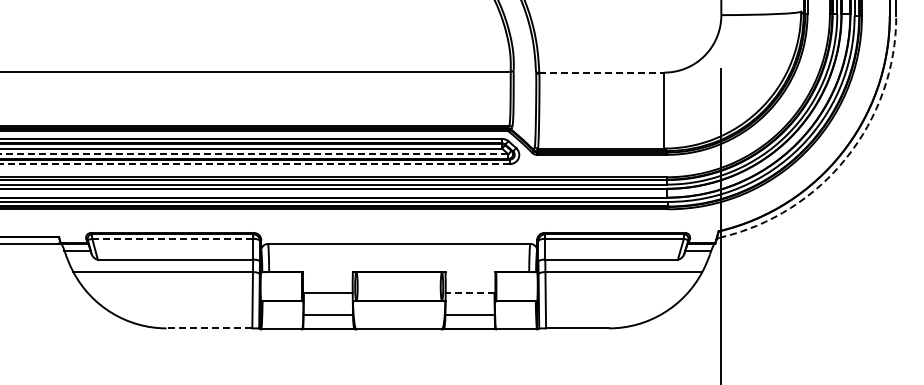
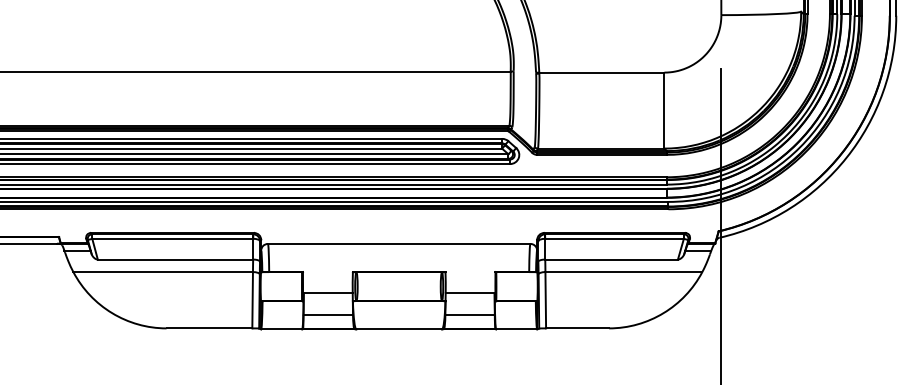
line at (601, 72): dashed -> solid
line at (254, 154): dashed -> solid
arc at (846, 157): dashed -> solid
line at (255, 164): dashed -> solid
line at (172, 238): dashed -> solid
line at (470, 293): dashed -> solid
line at (209, 328): dashed -> solid
